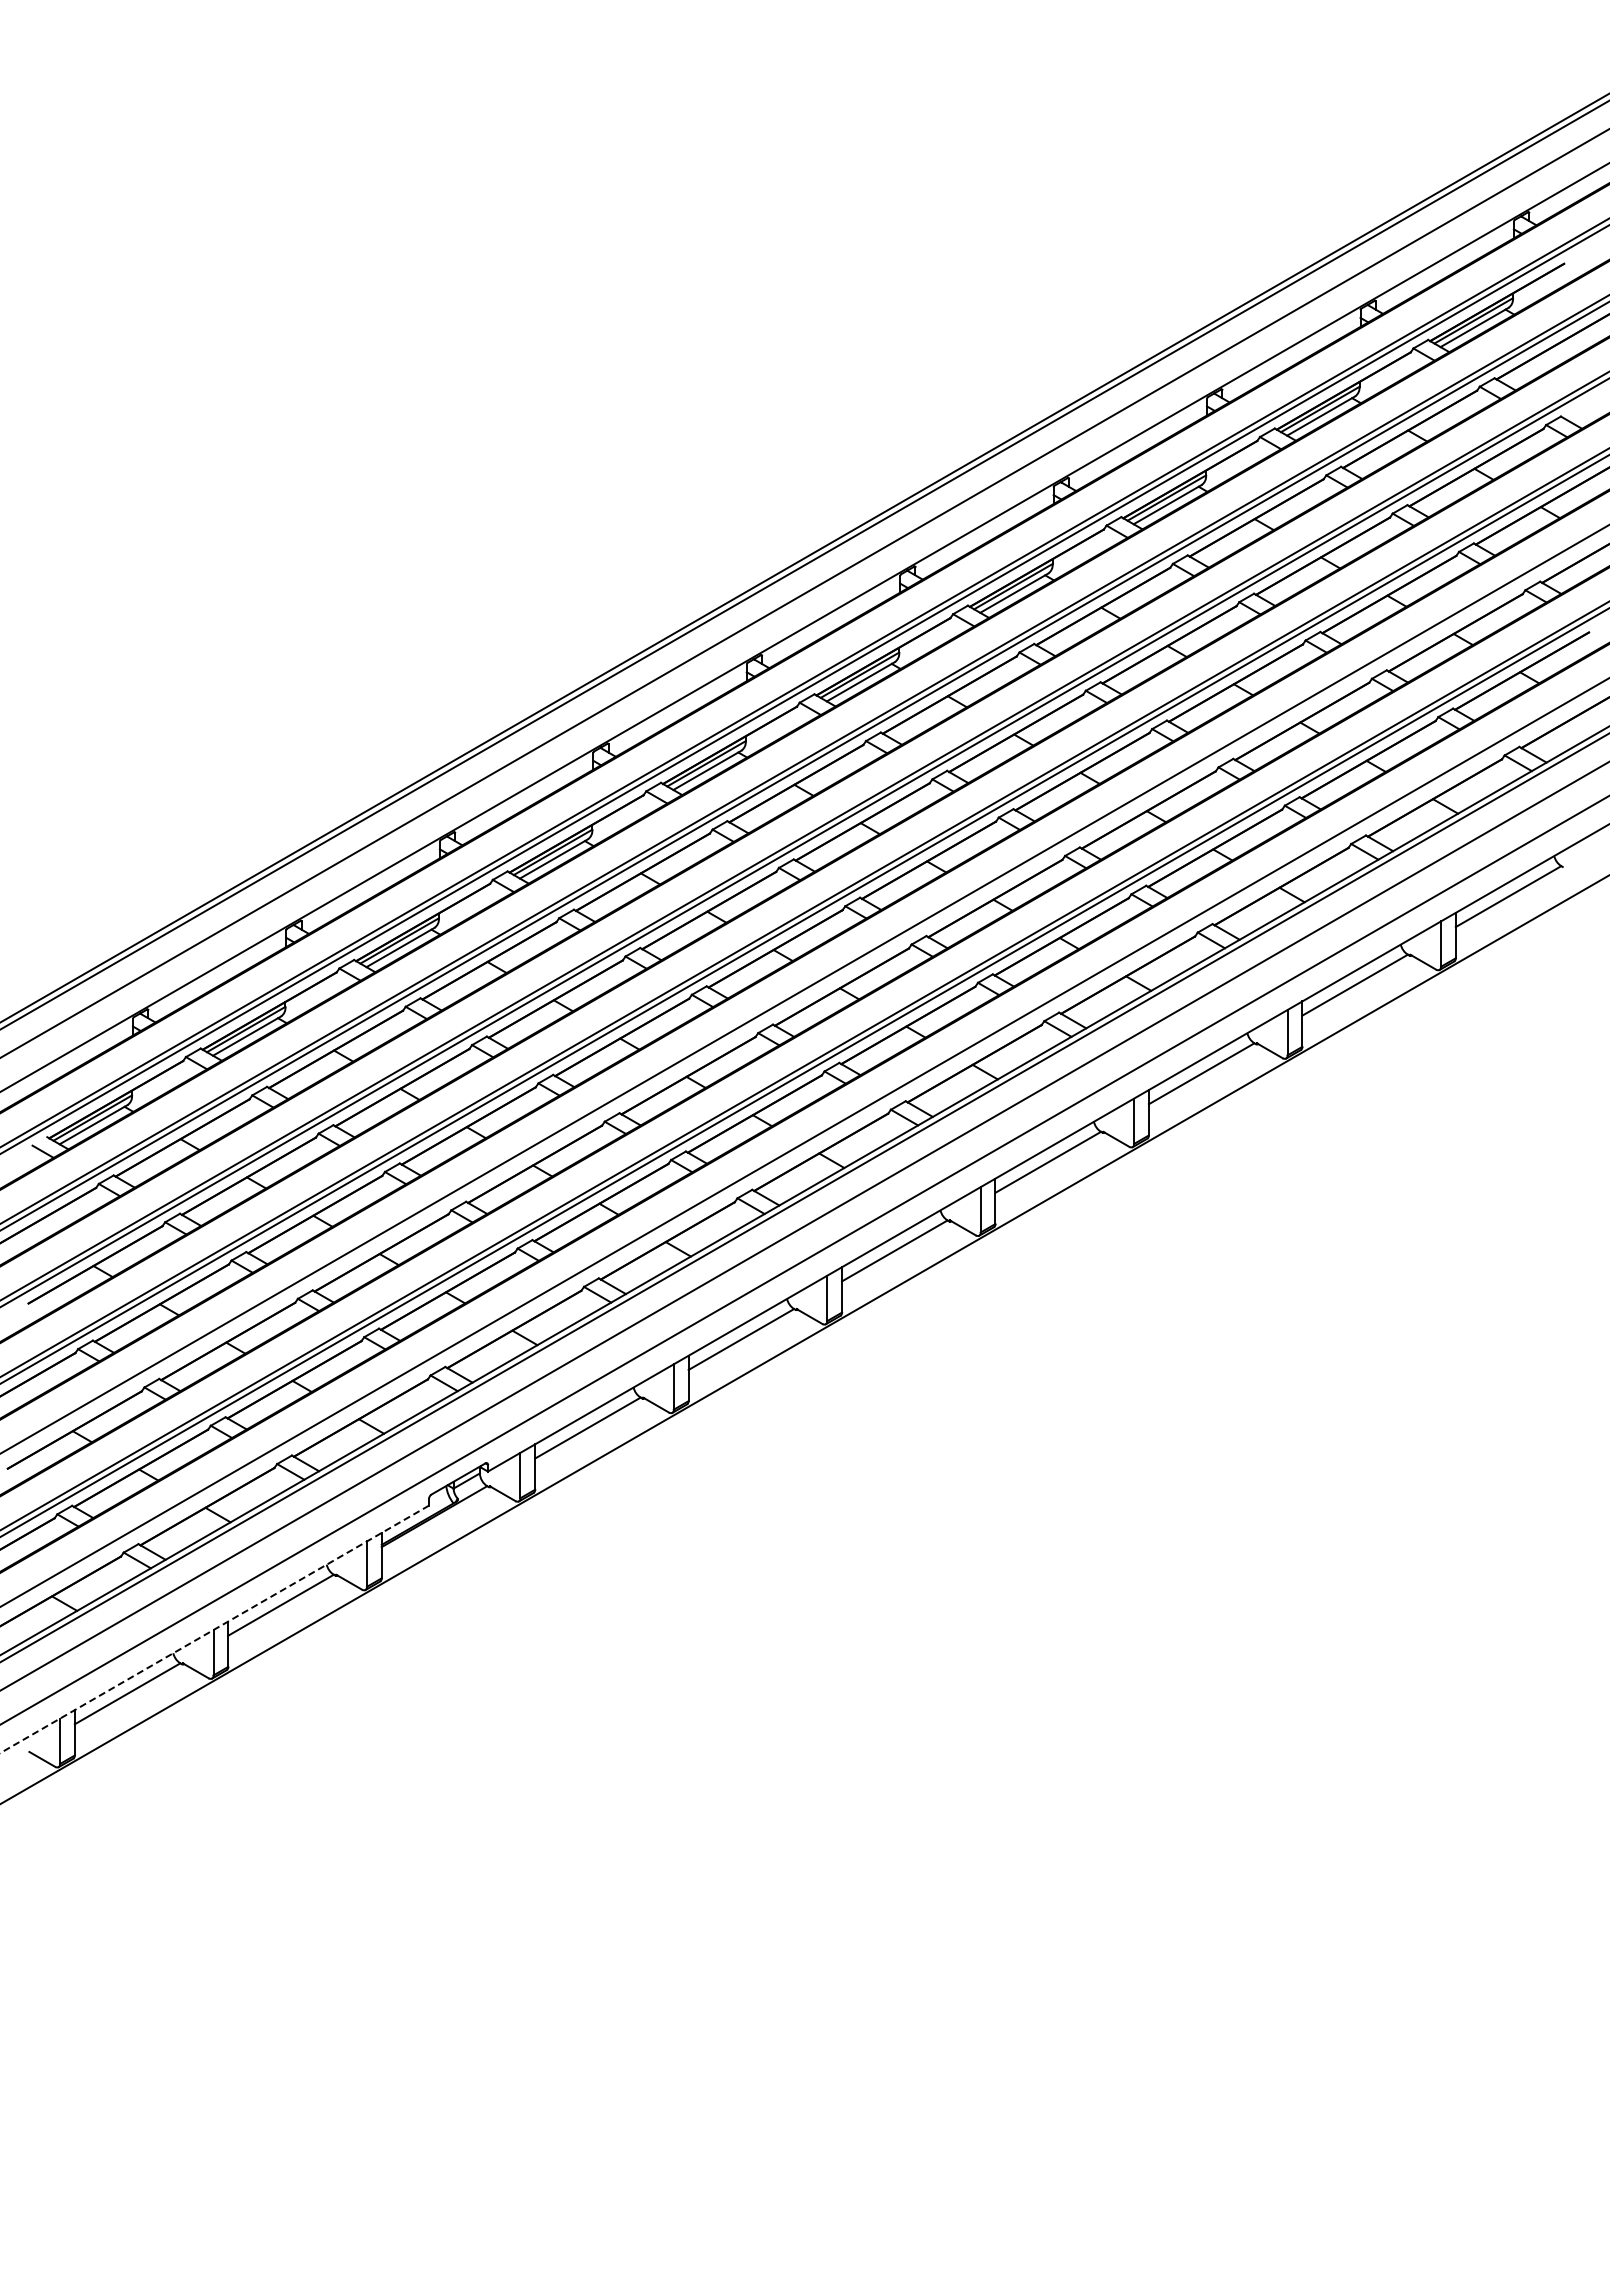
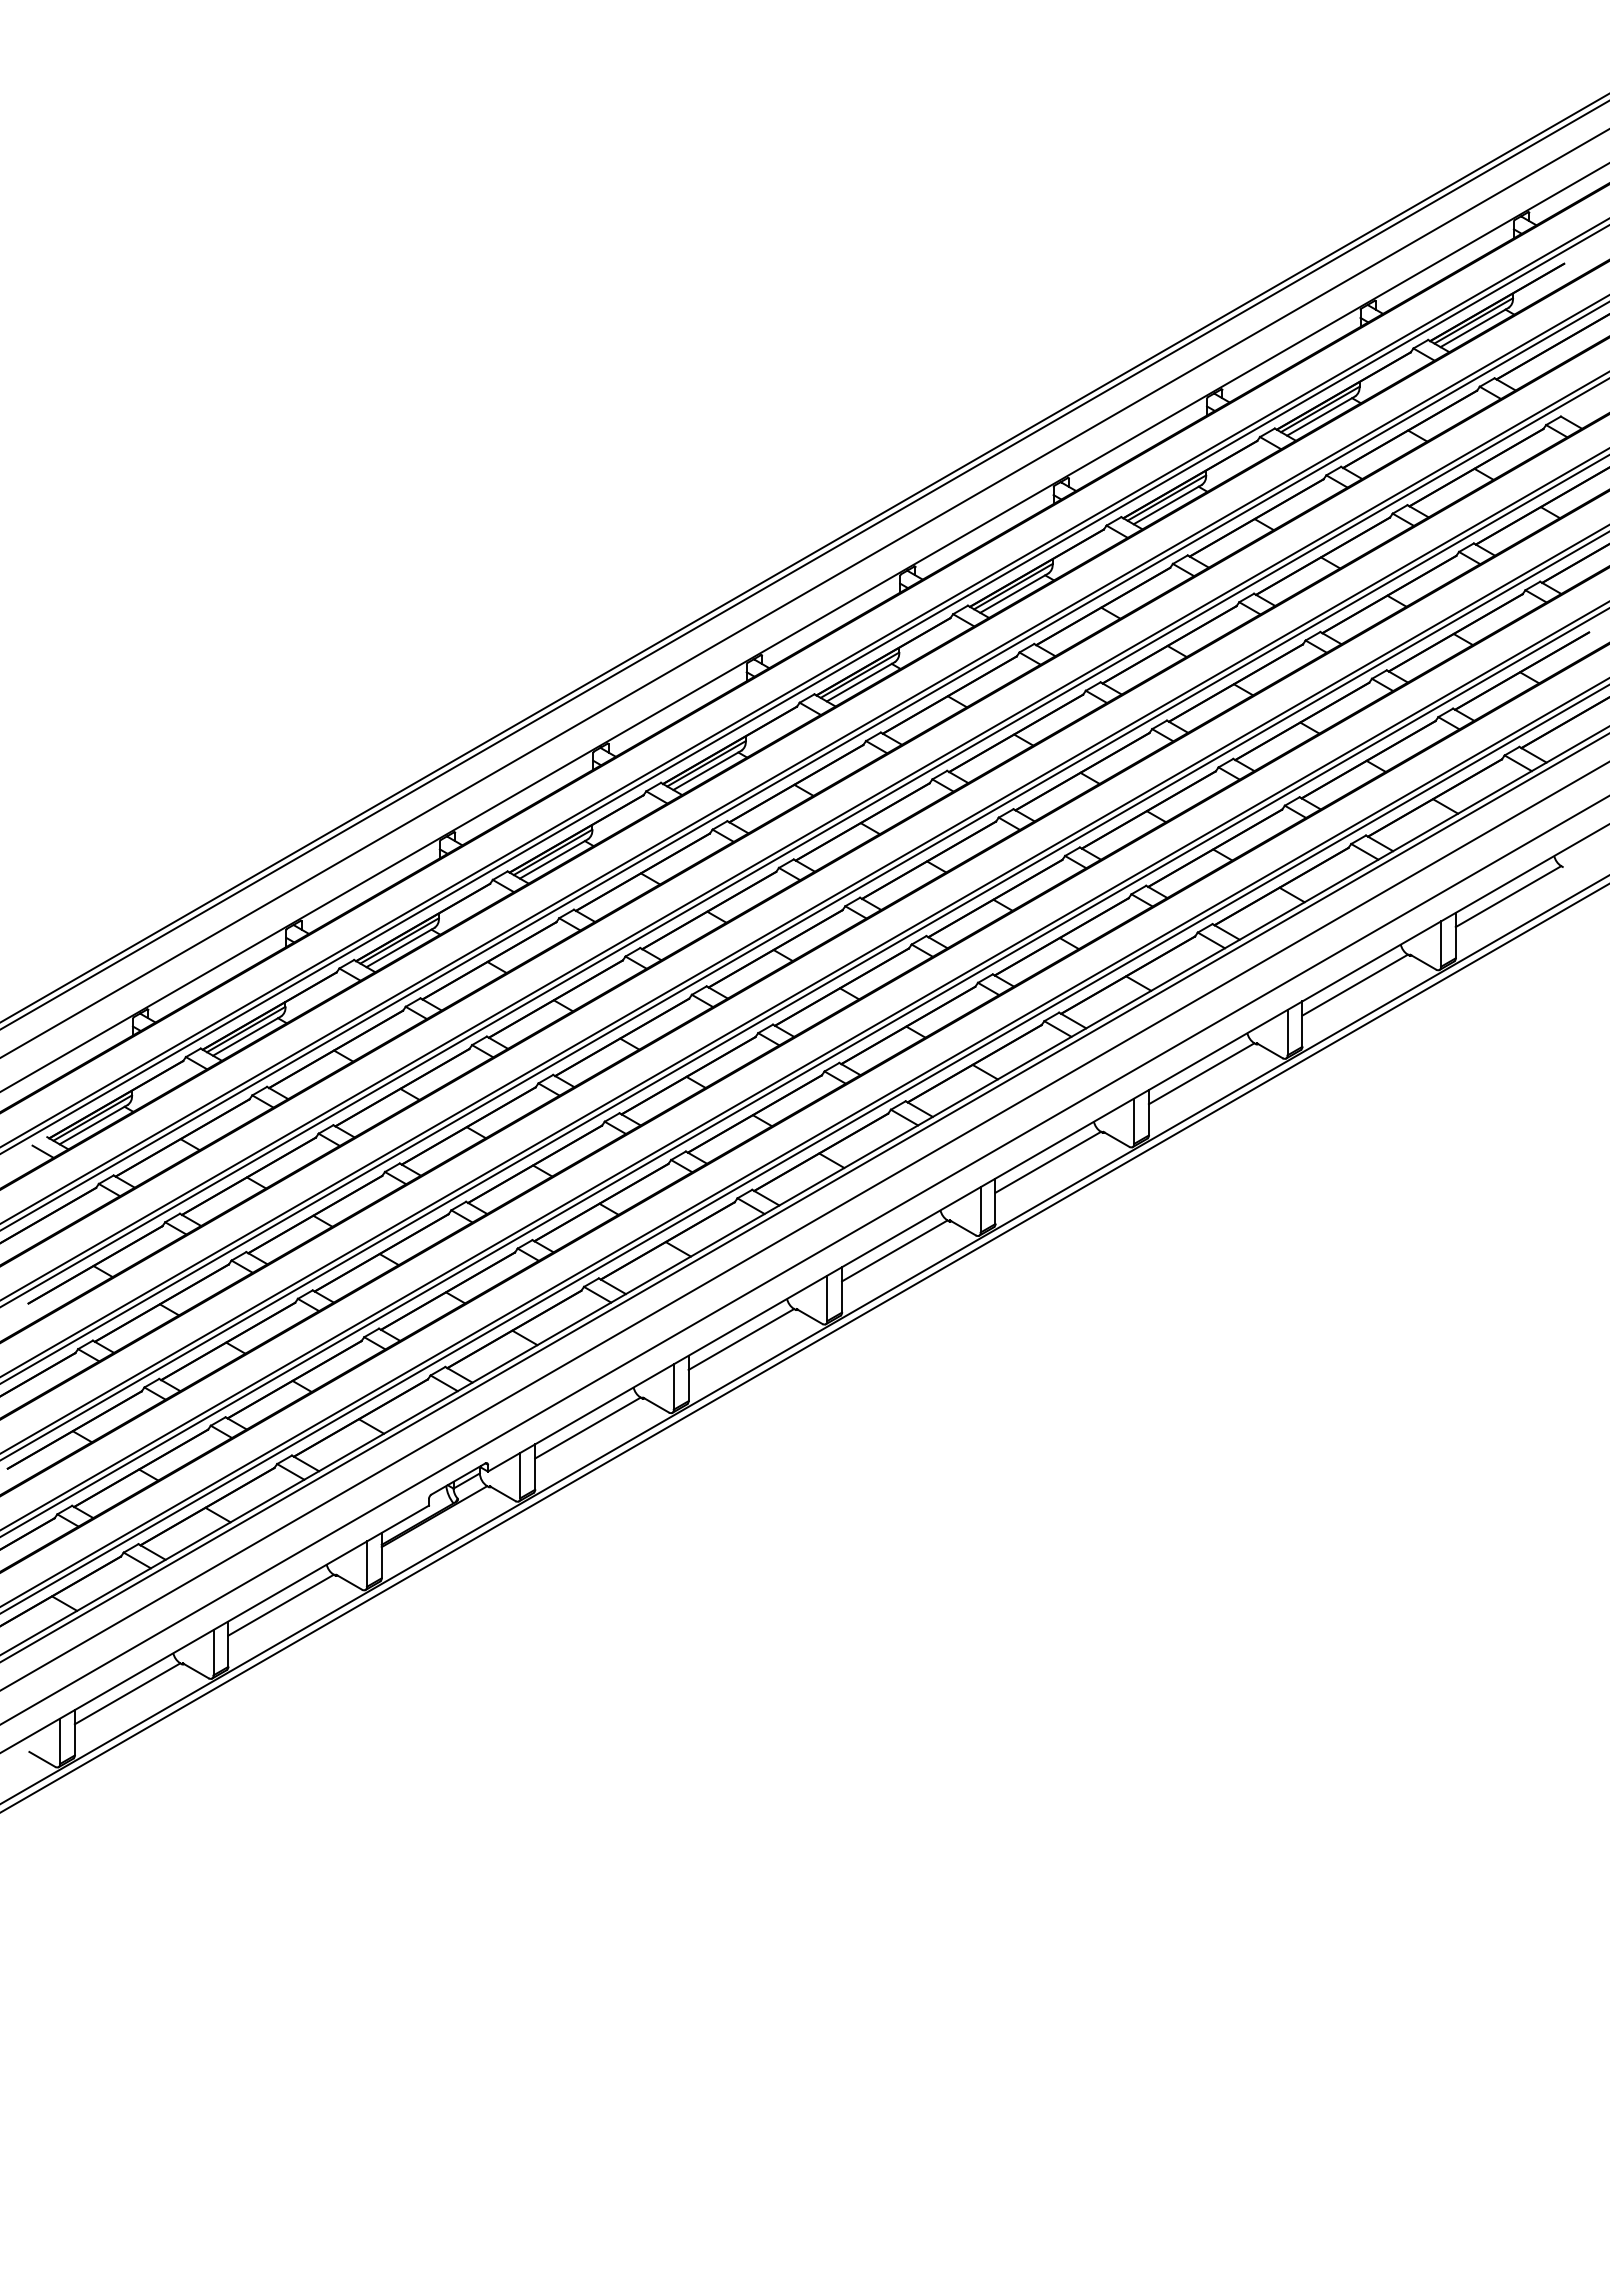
line at (804, 996): none -> present
line at (804, 1149): none -> present
line at (804, 1348): none -> present
line at (214, 1629): dashed -> solid
